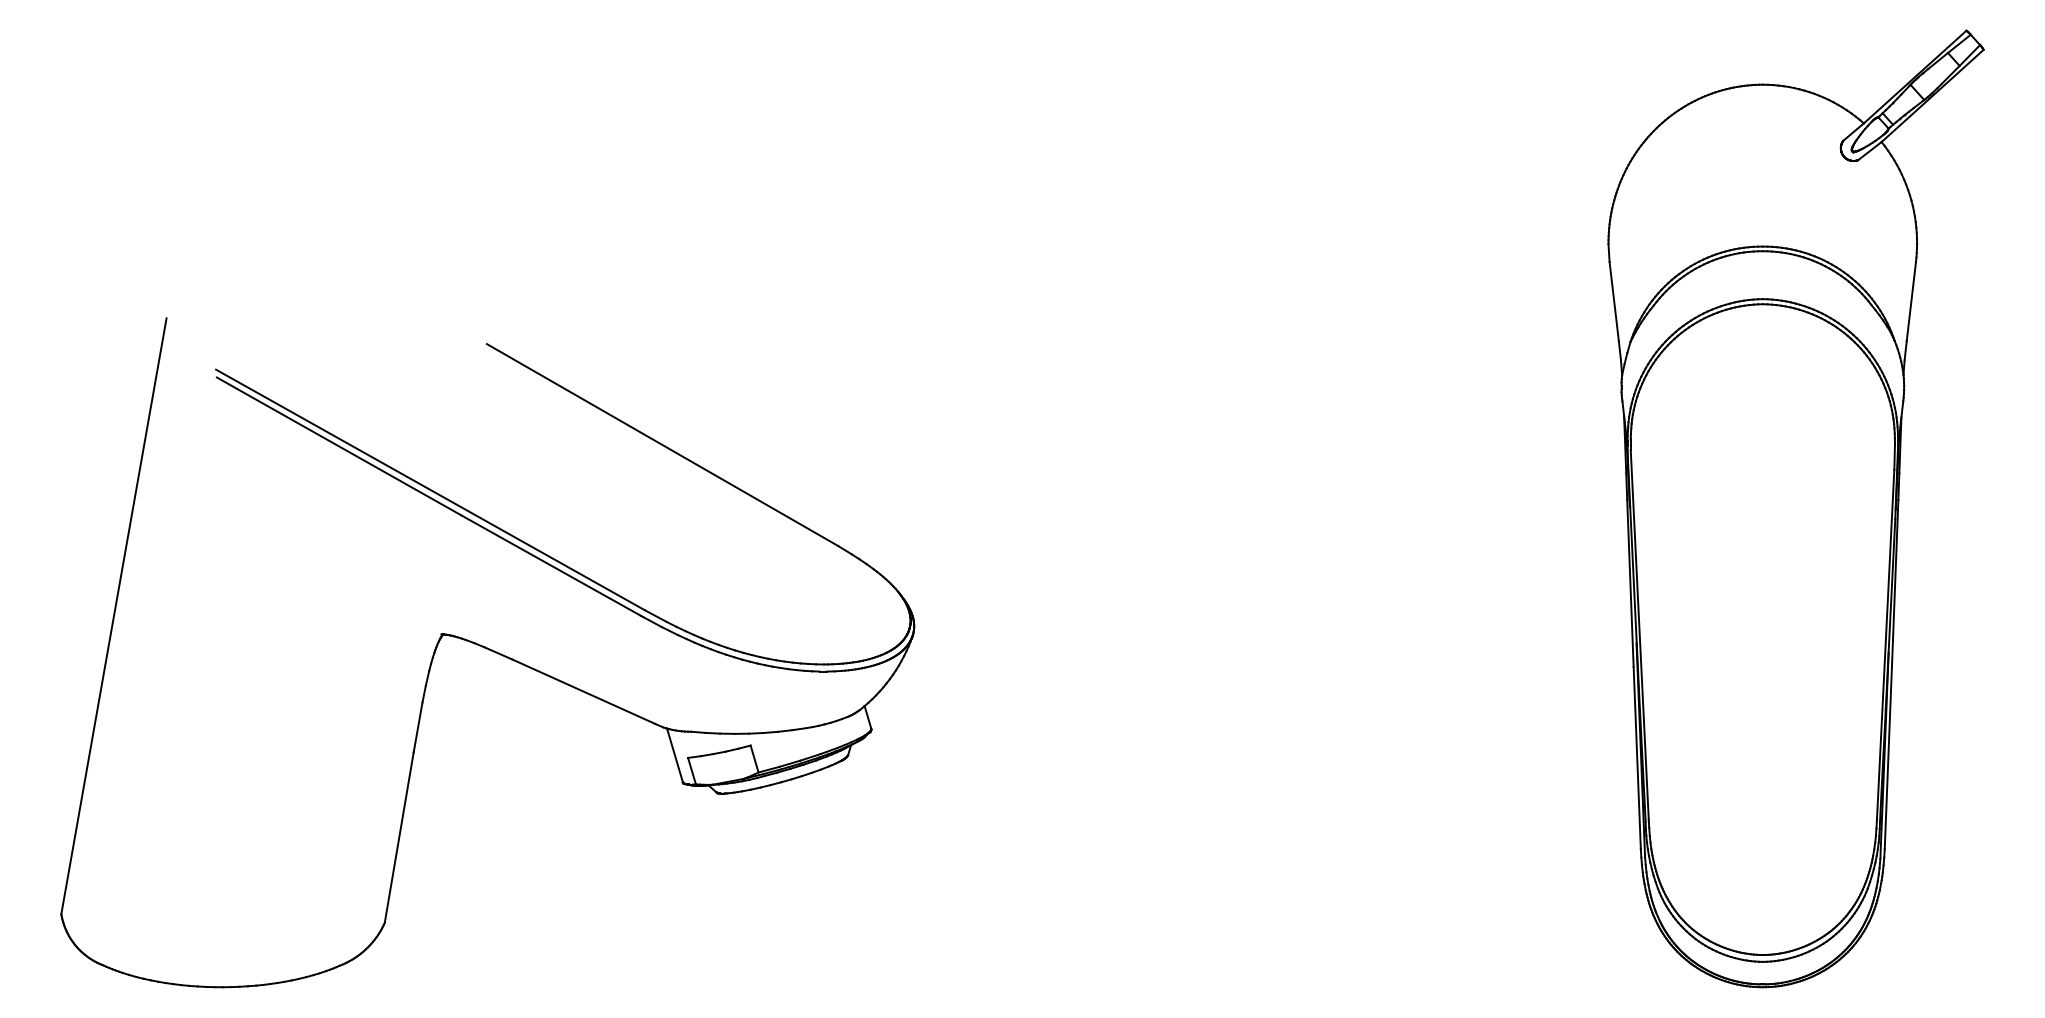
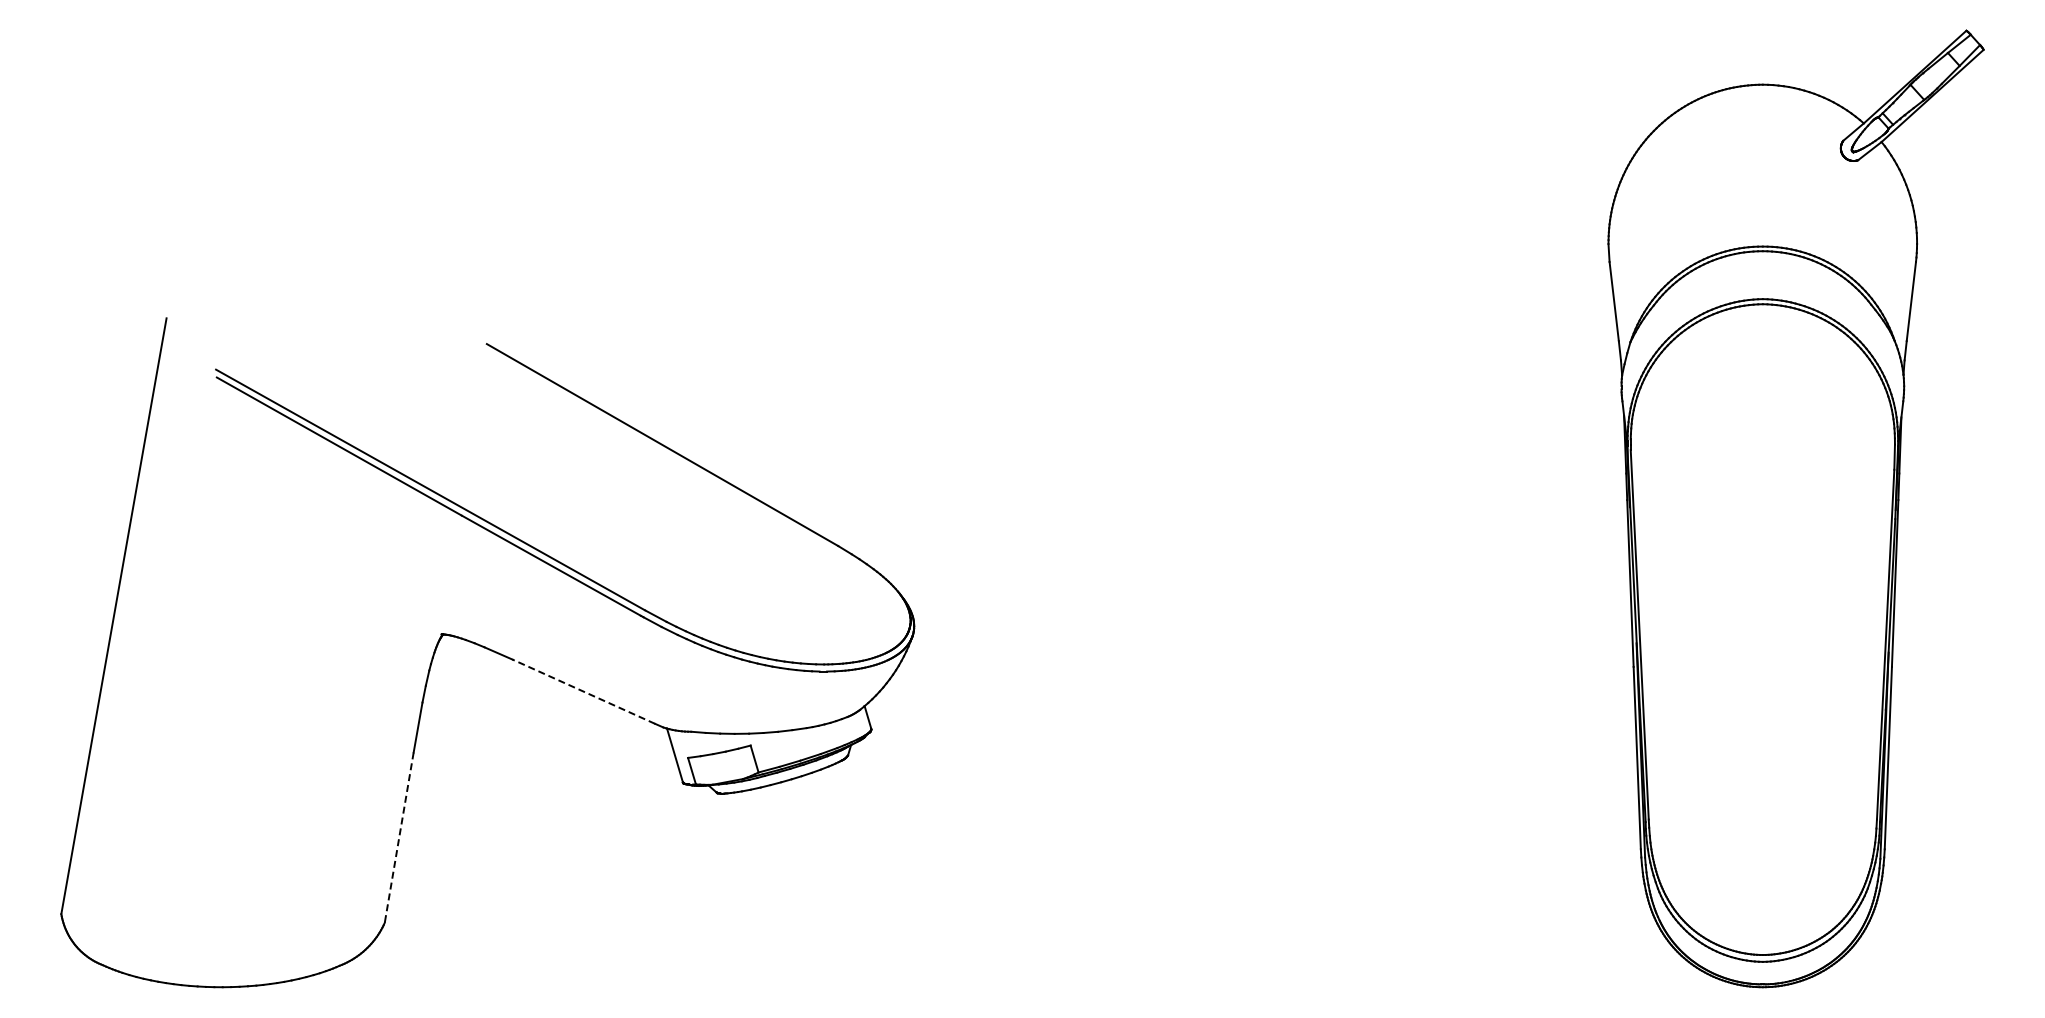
line at (583, 691): solid -> dashed
line at (399, 838): solid -> dashed
